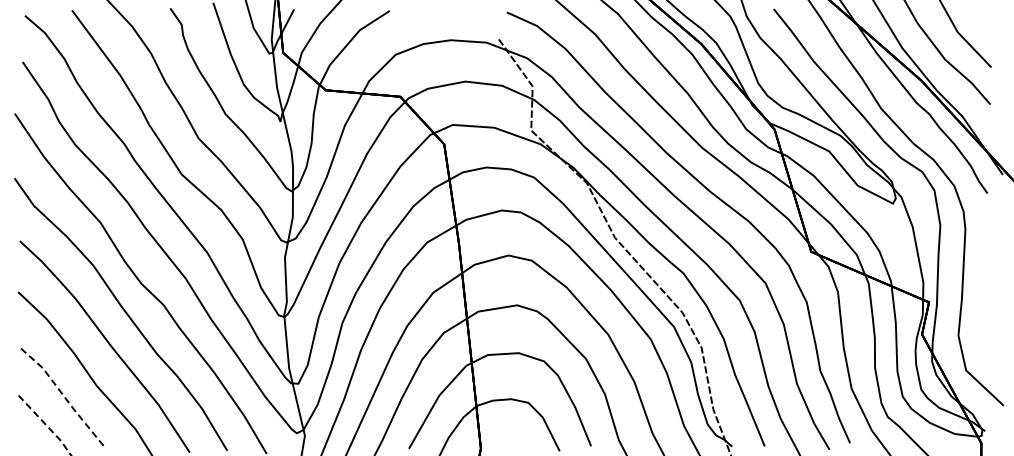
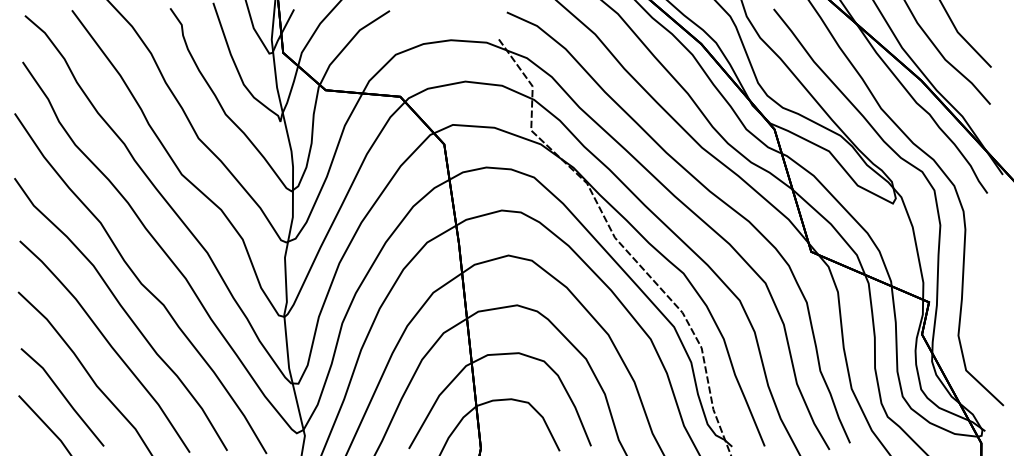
line at (63, 395): dashed -> solid
line at (46, 425): dashed -> solid
